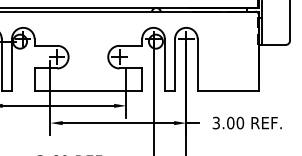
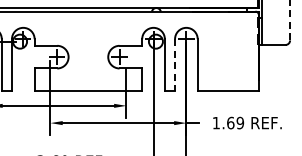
line at (290, 20): solid -> dashed
line at (175, 65): solid -> dashed
text at (227, 122): 3.00 -> 1.69
